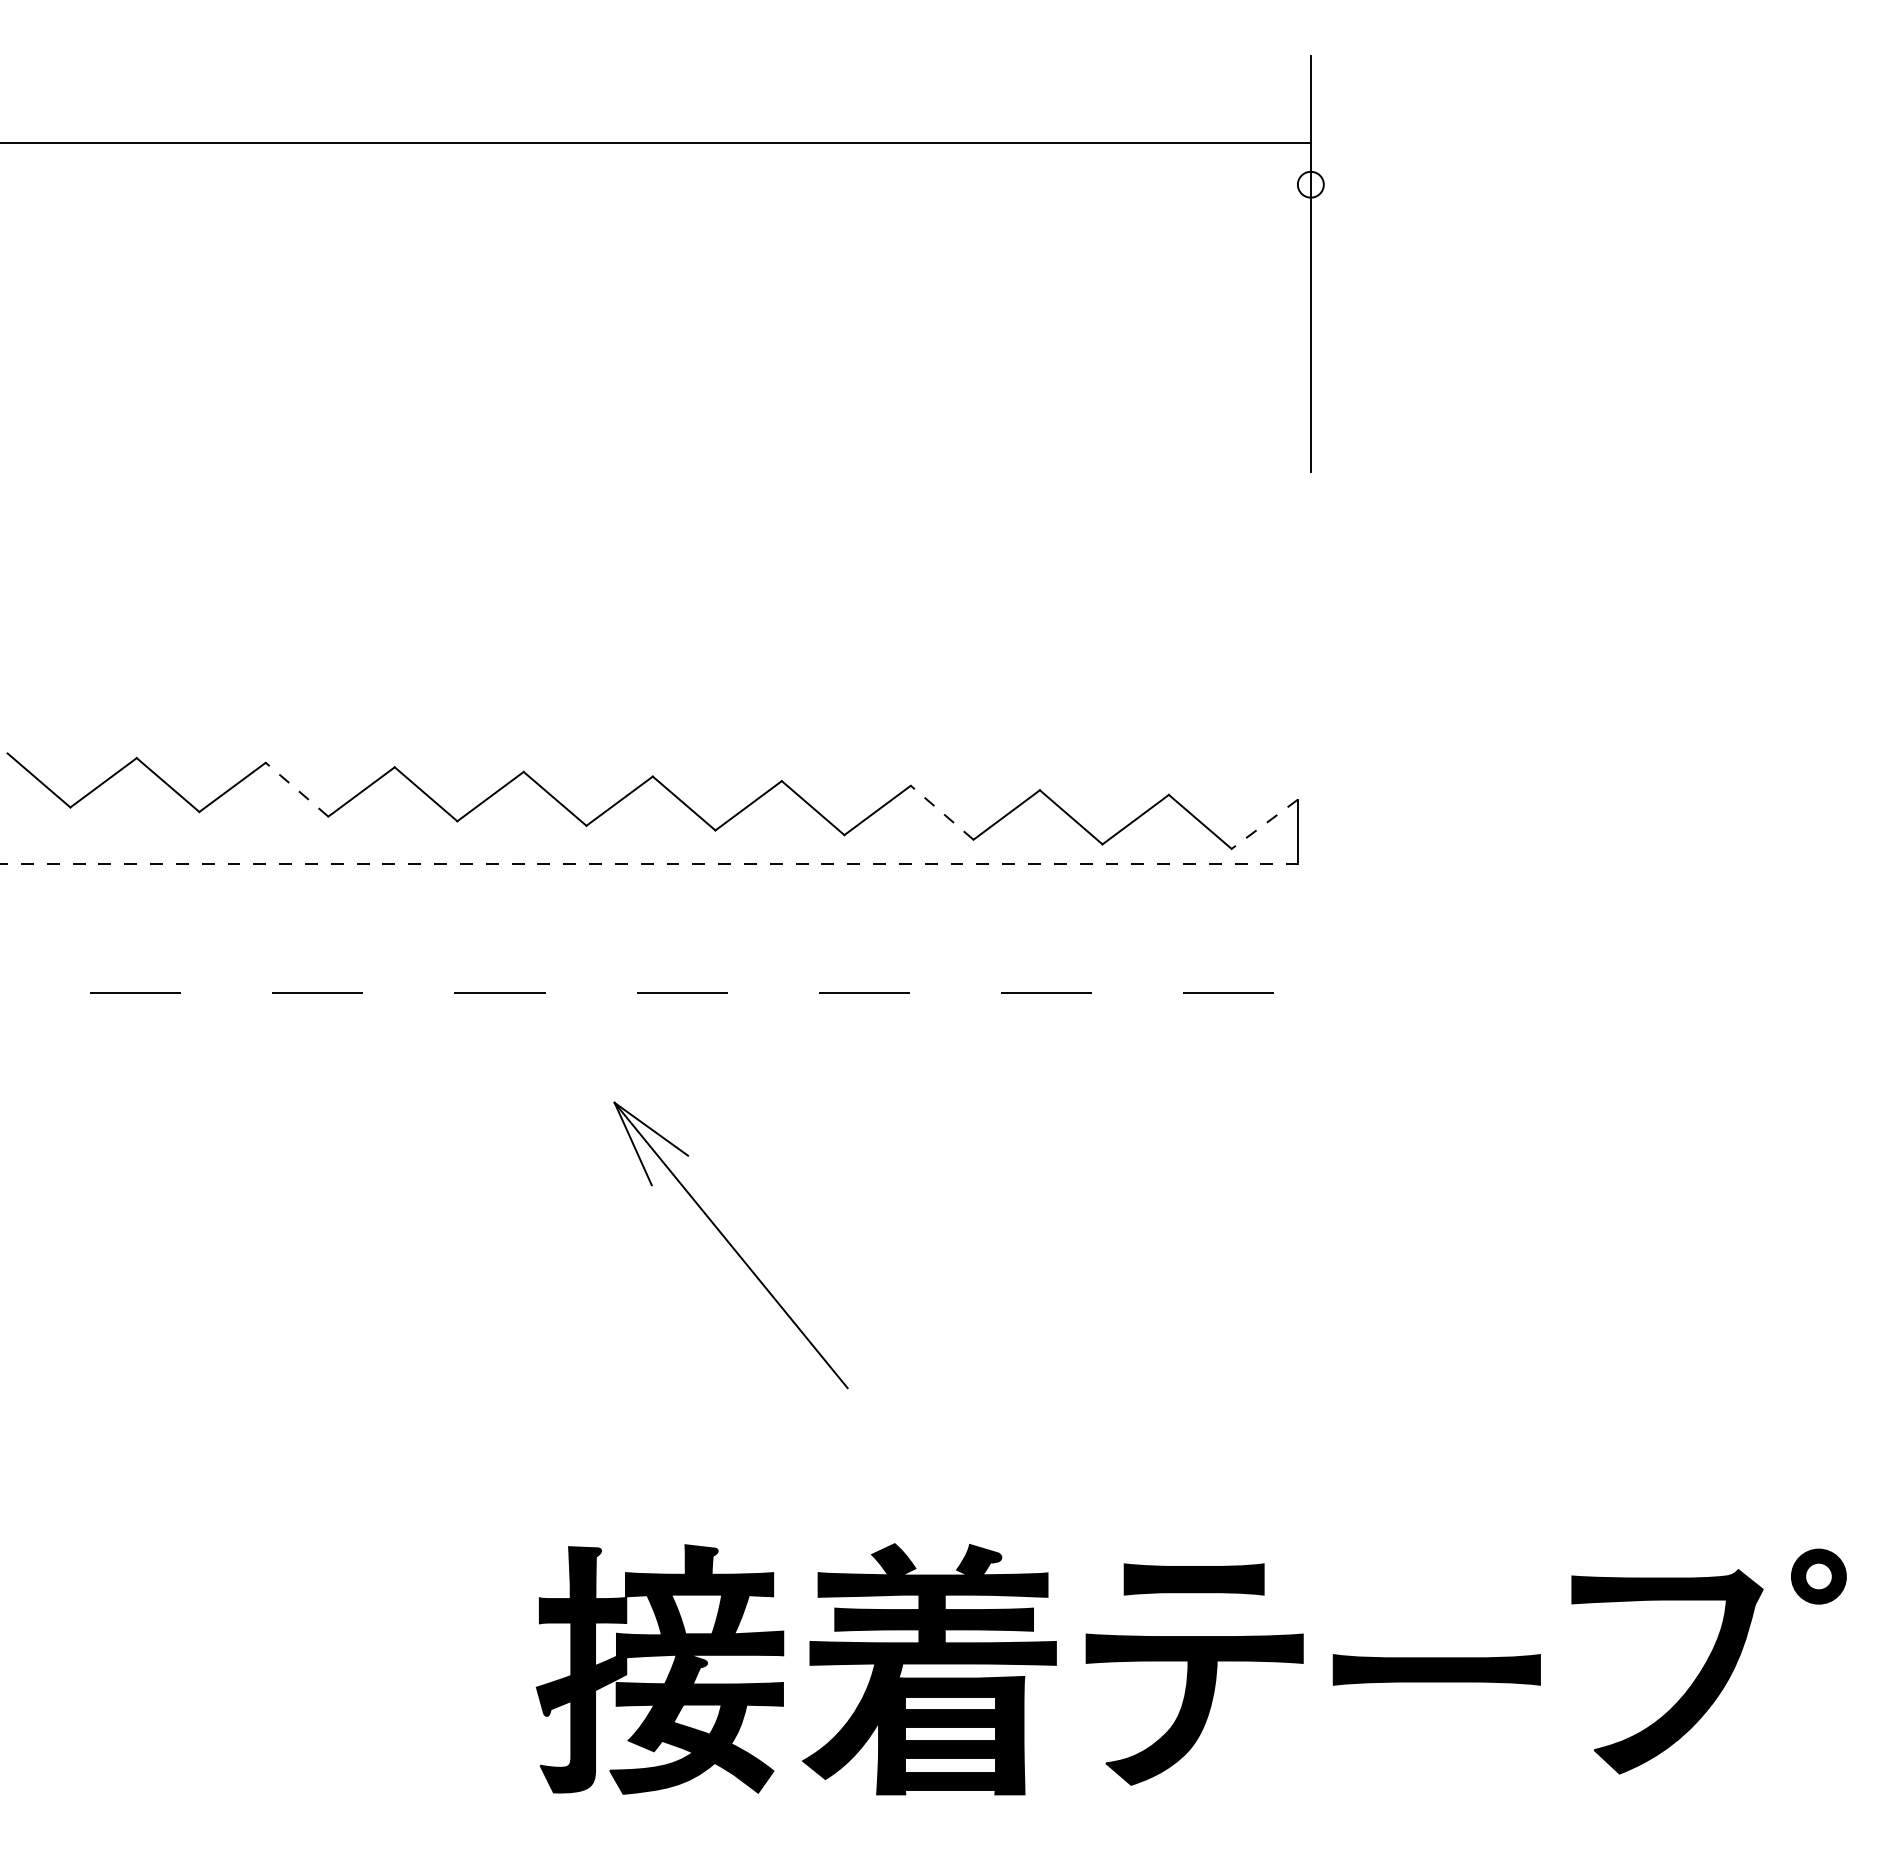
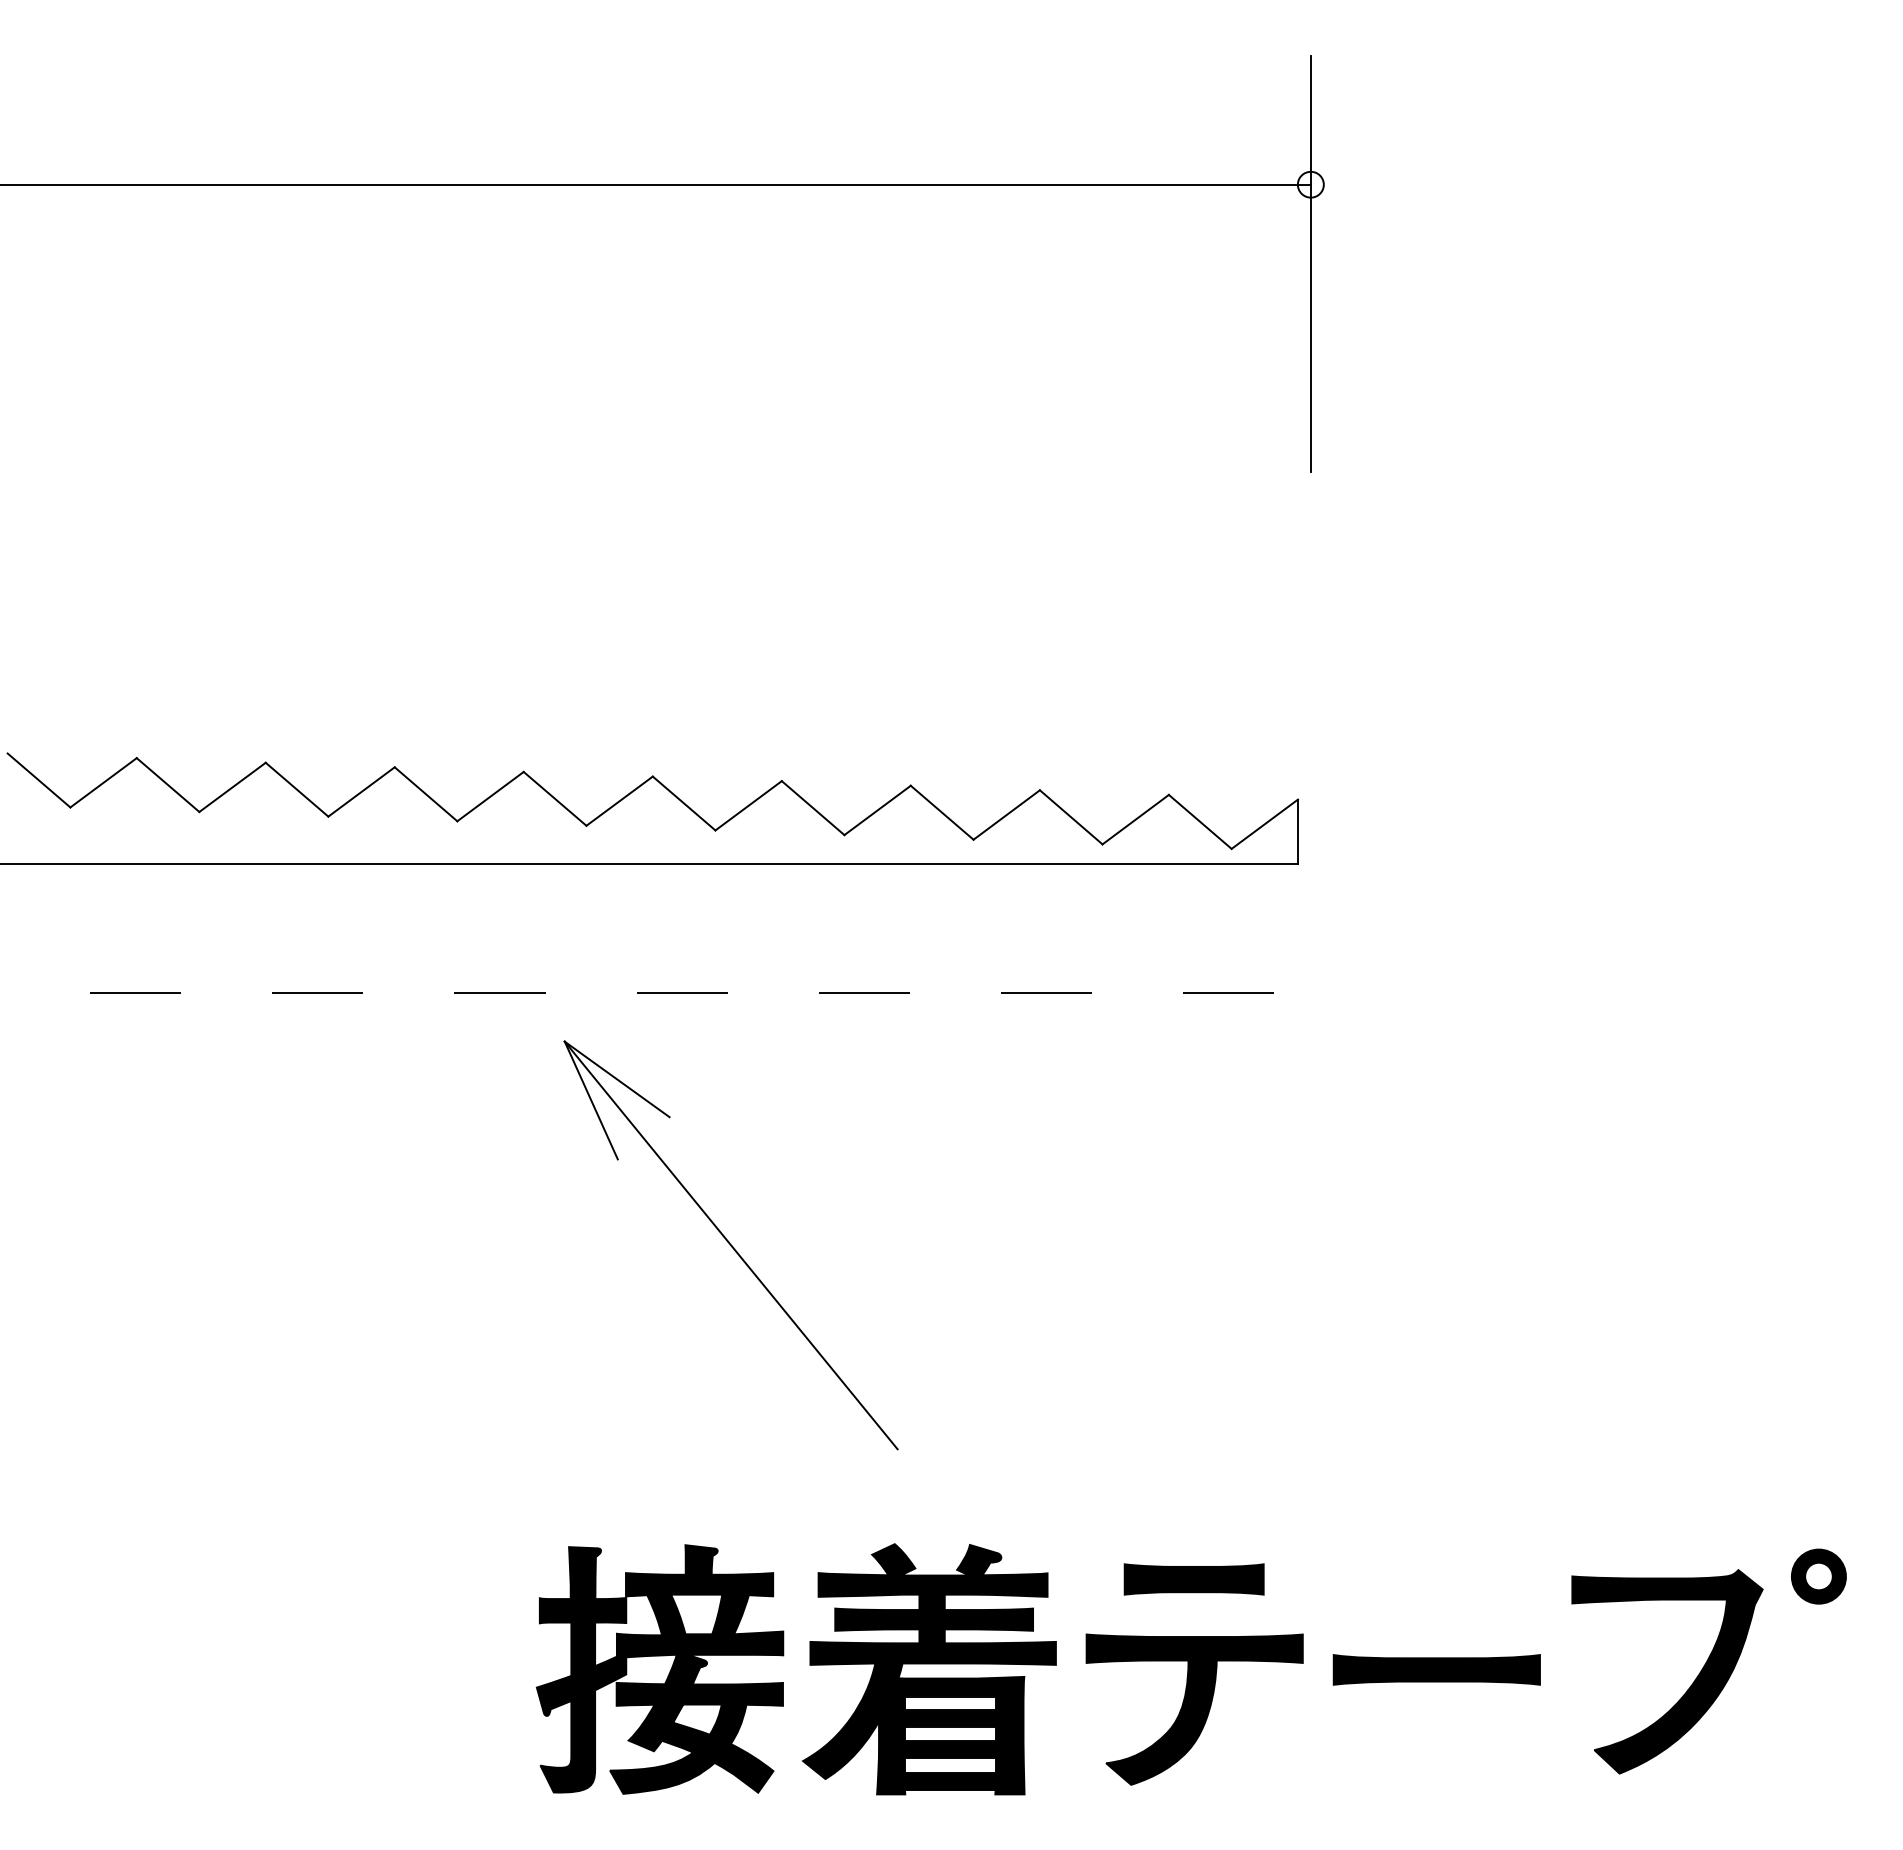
line at (656, 142) position: (656, 142) -> (656, 184)
line at (296, 789): dashed -> solid
line at (941, 812): dashed -> solid
line at (1264, 824): dashed -> solid
line at (649, 864): dashed -> solid
part at (730, 1245) size: 236x289 px -> 336x411 px
